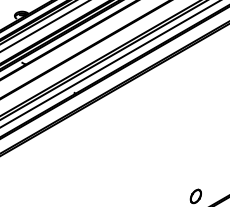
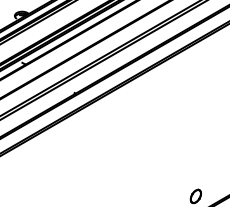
line at (44, 26): present -> none
line at (109, 64): present -> none
